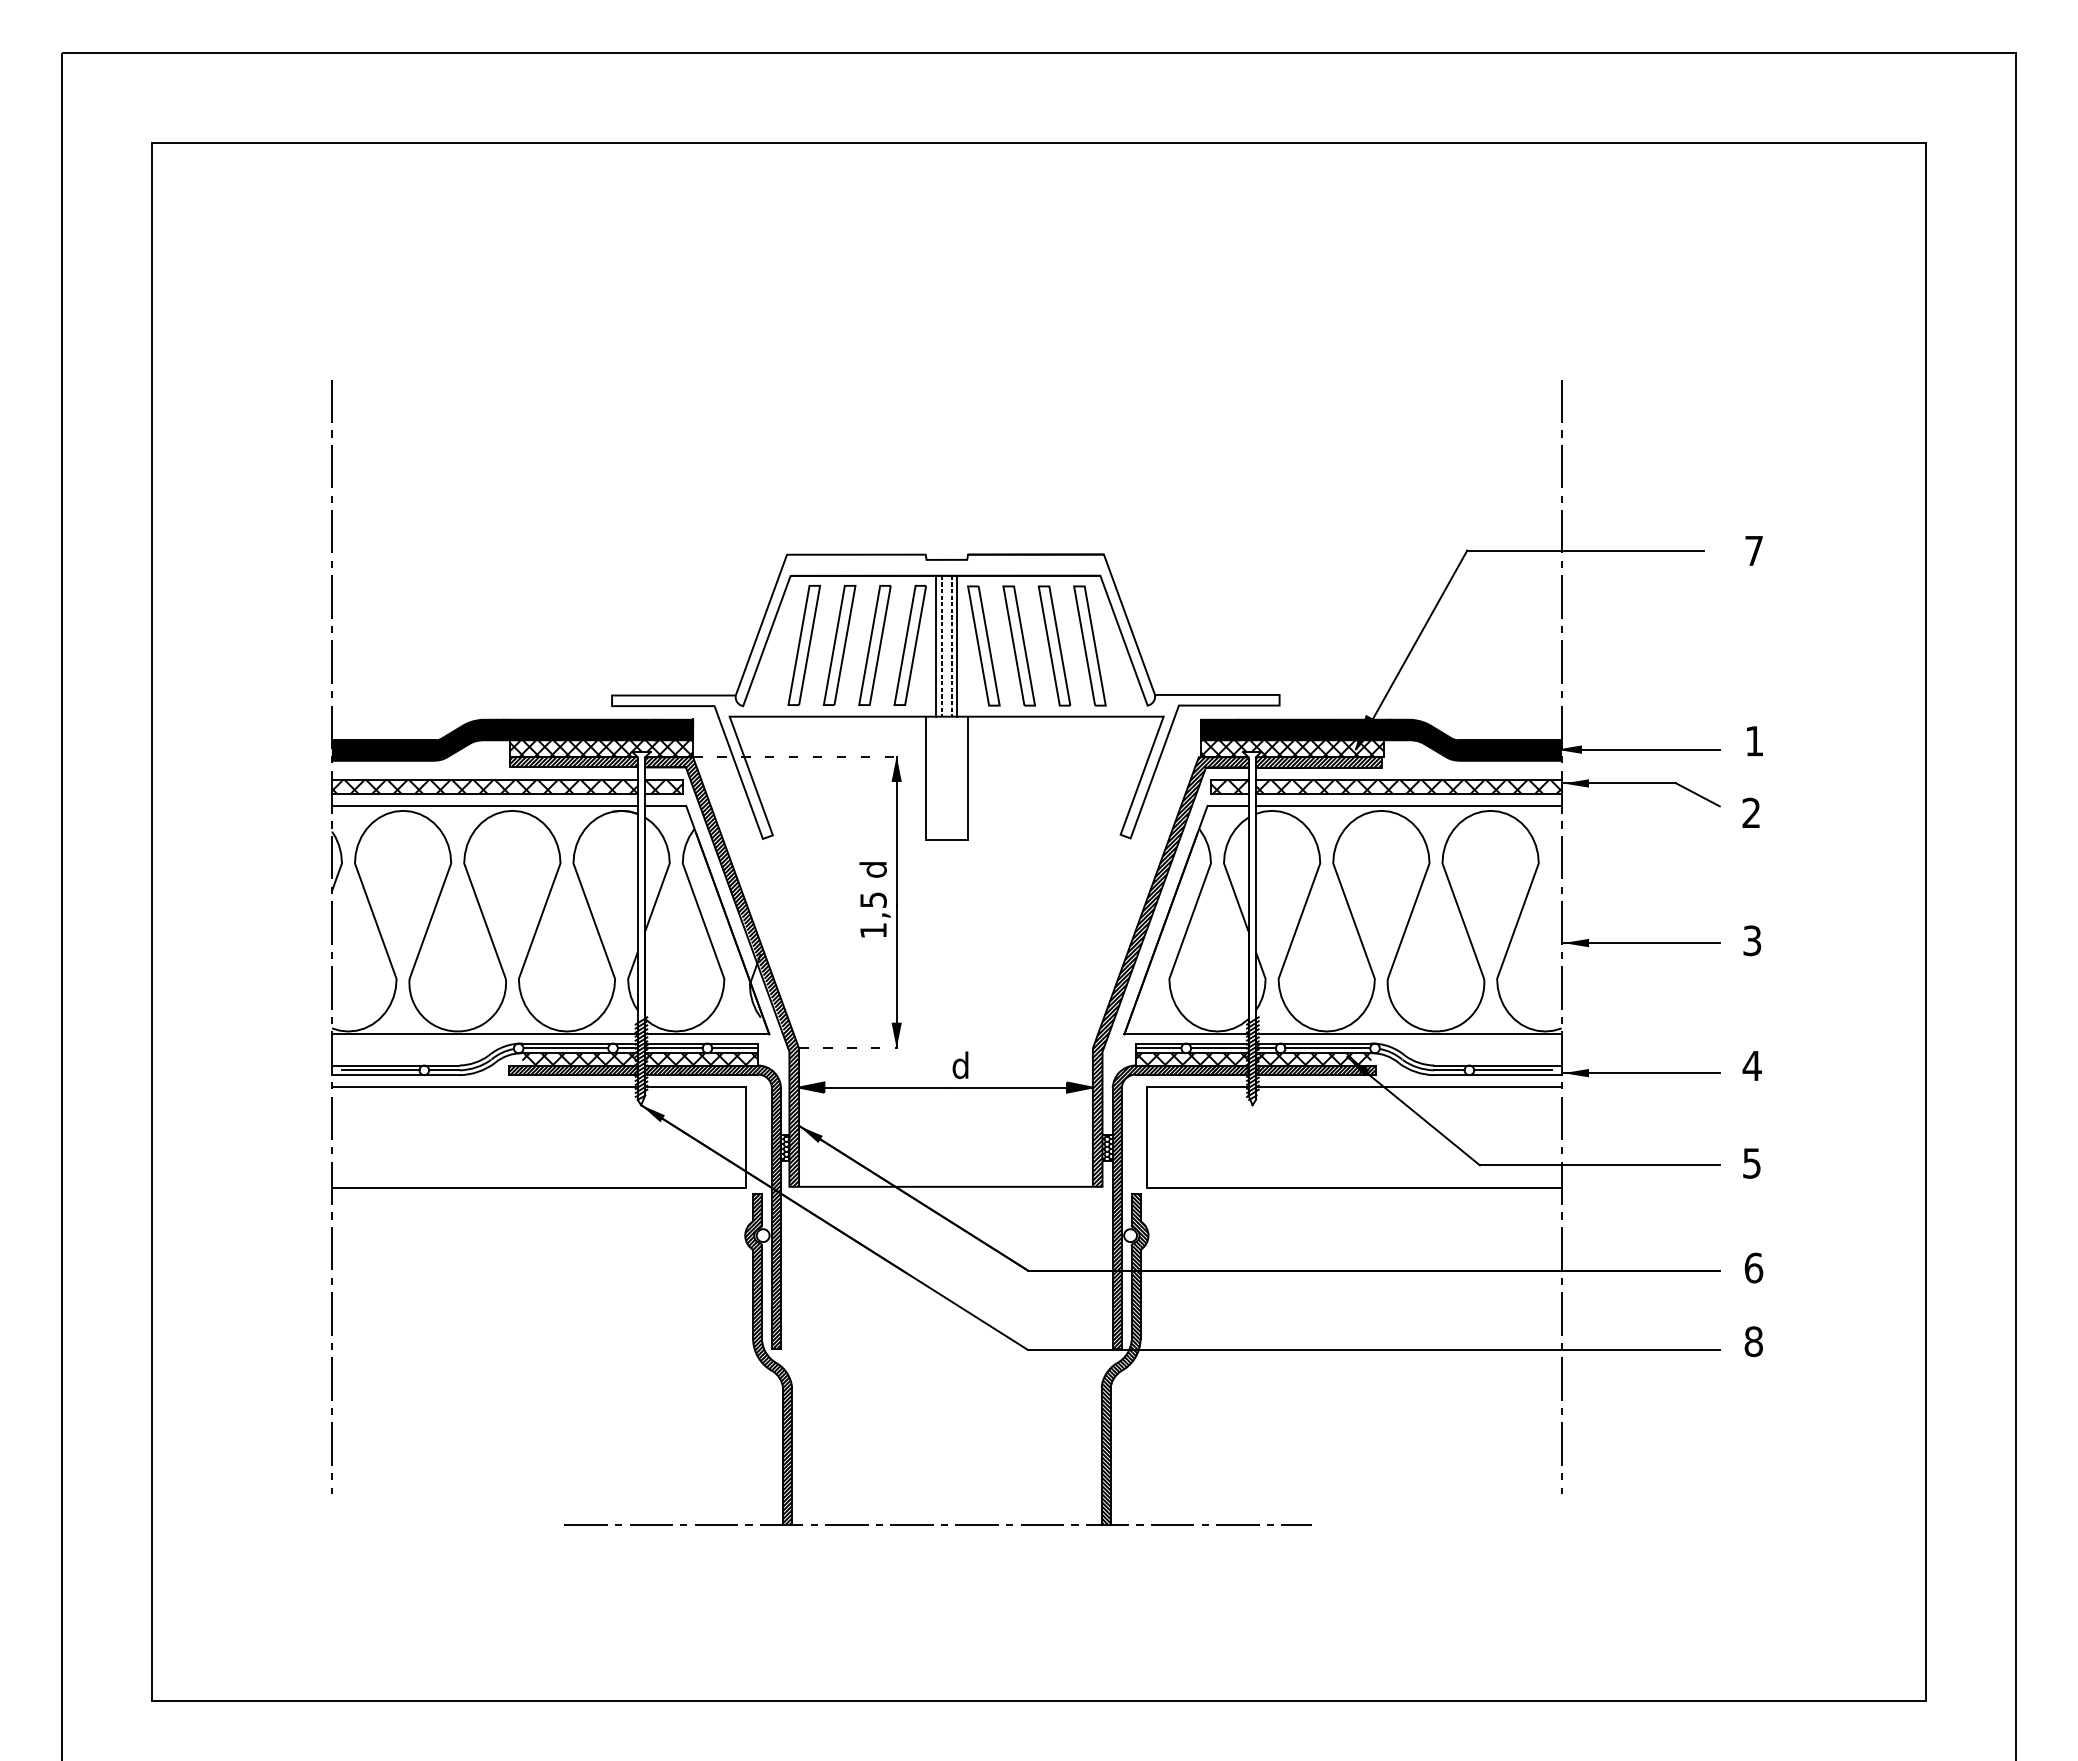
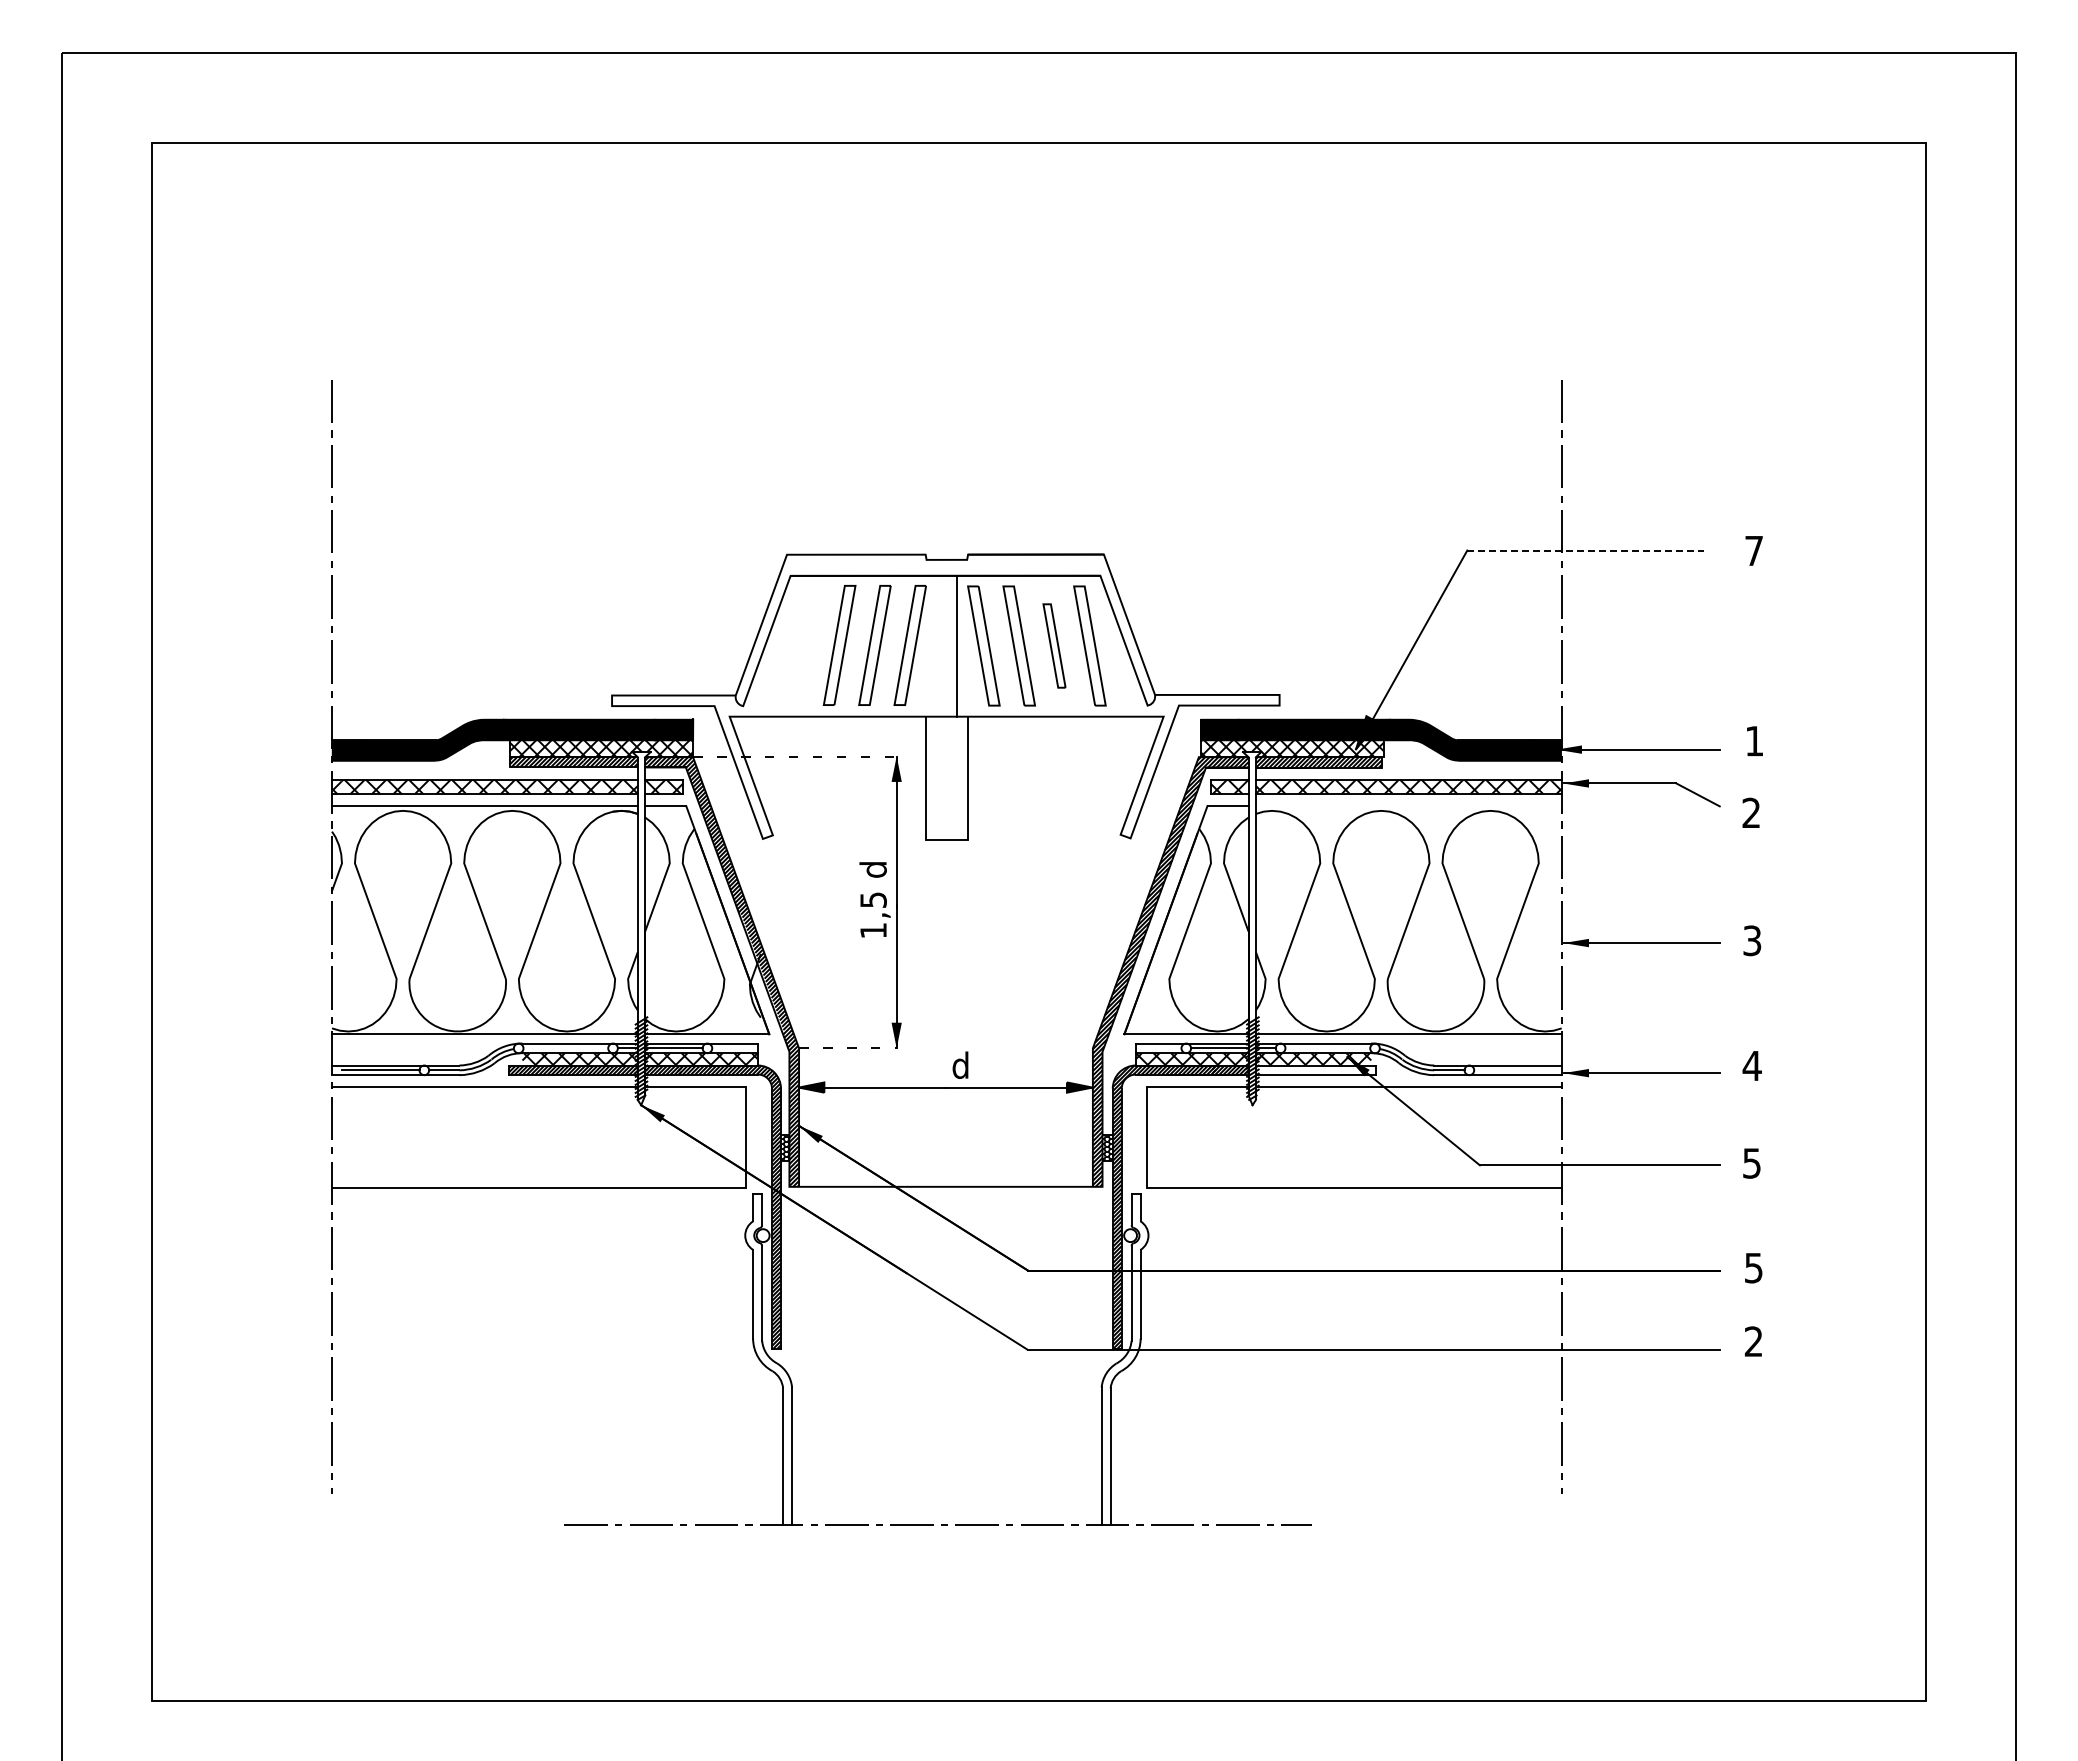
line at (1585, 550): solid -> dashed
part at (804, 645): present -> none
line at (936, 645): present -> none
line at (941, 645): present -> none
line at (952, 645): present -> none
part at (1054, 645) size: 35x122 px -> 25x86 px
line at (1408, 806): present -> none
line at (565, 1048): present -> none
line at (735, 1048): present -> none
line at (1158, 1048): present -> none
line at (1327, 1048): present -> none
hatch at (1315, 1069): present -> none
line at (1513, 1070): present -> none
text at (1753, 1267): 6 -> 5
text at (1753, 1341): 8 -> 2
hatch at (768, 1359): present -> none
hatch at (1124, 1359): present -> none
